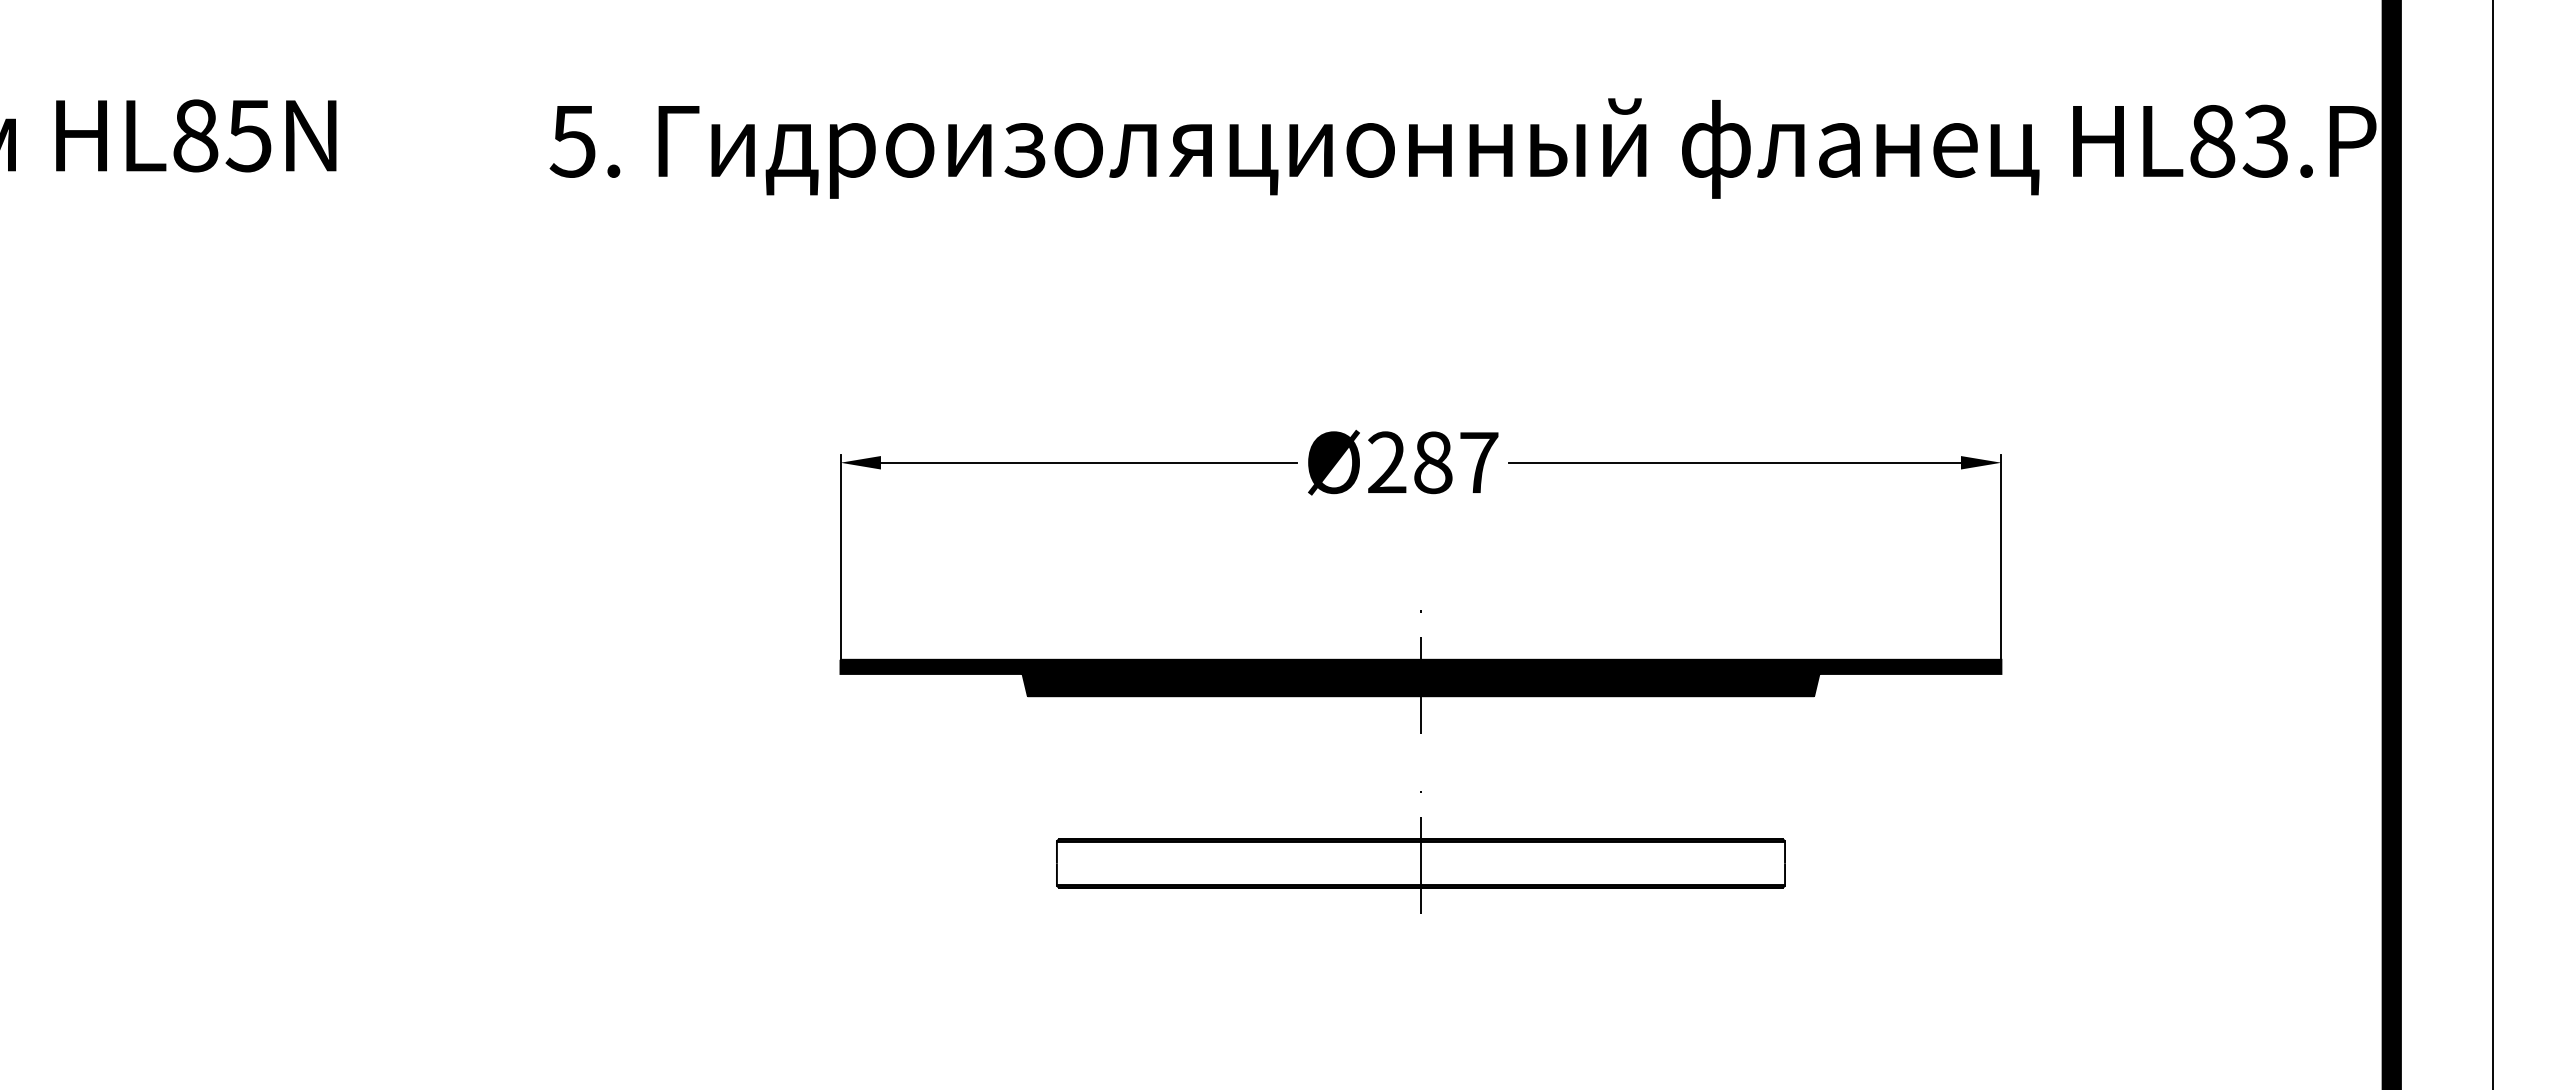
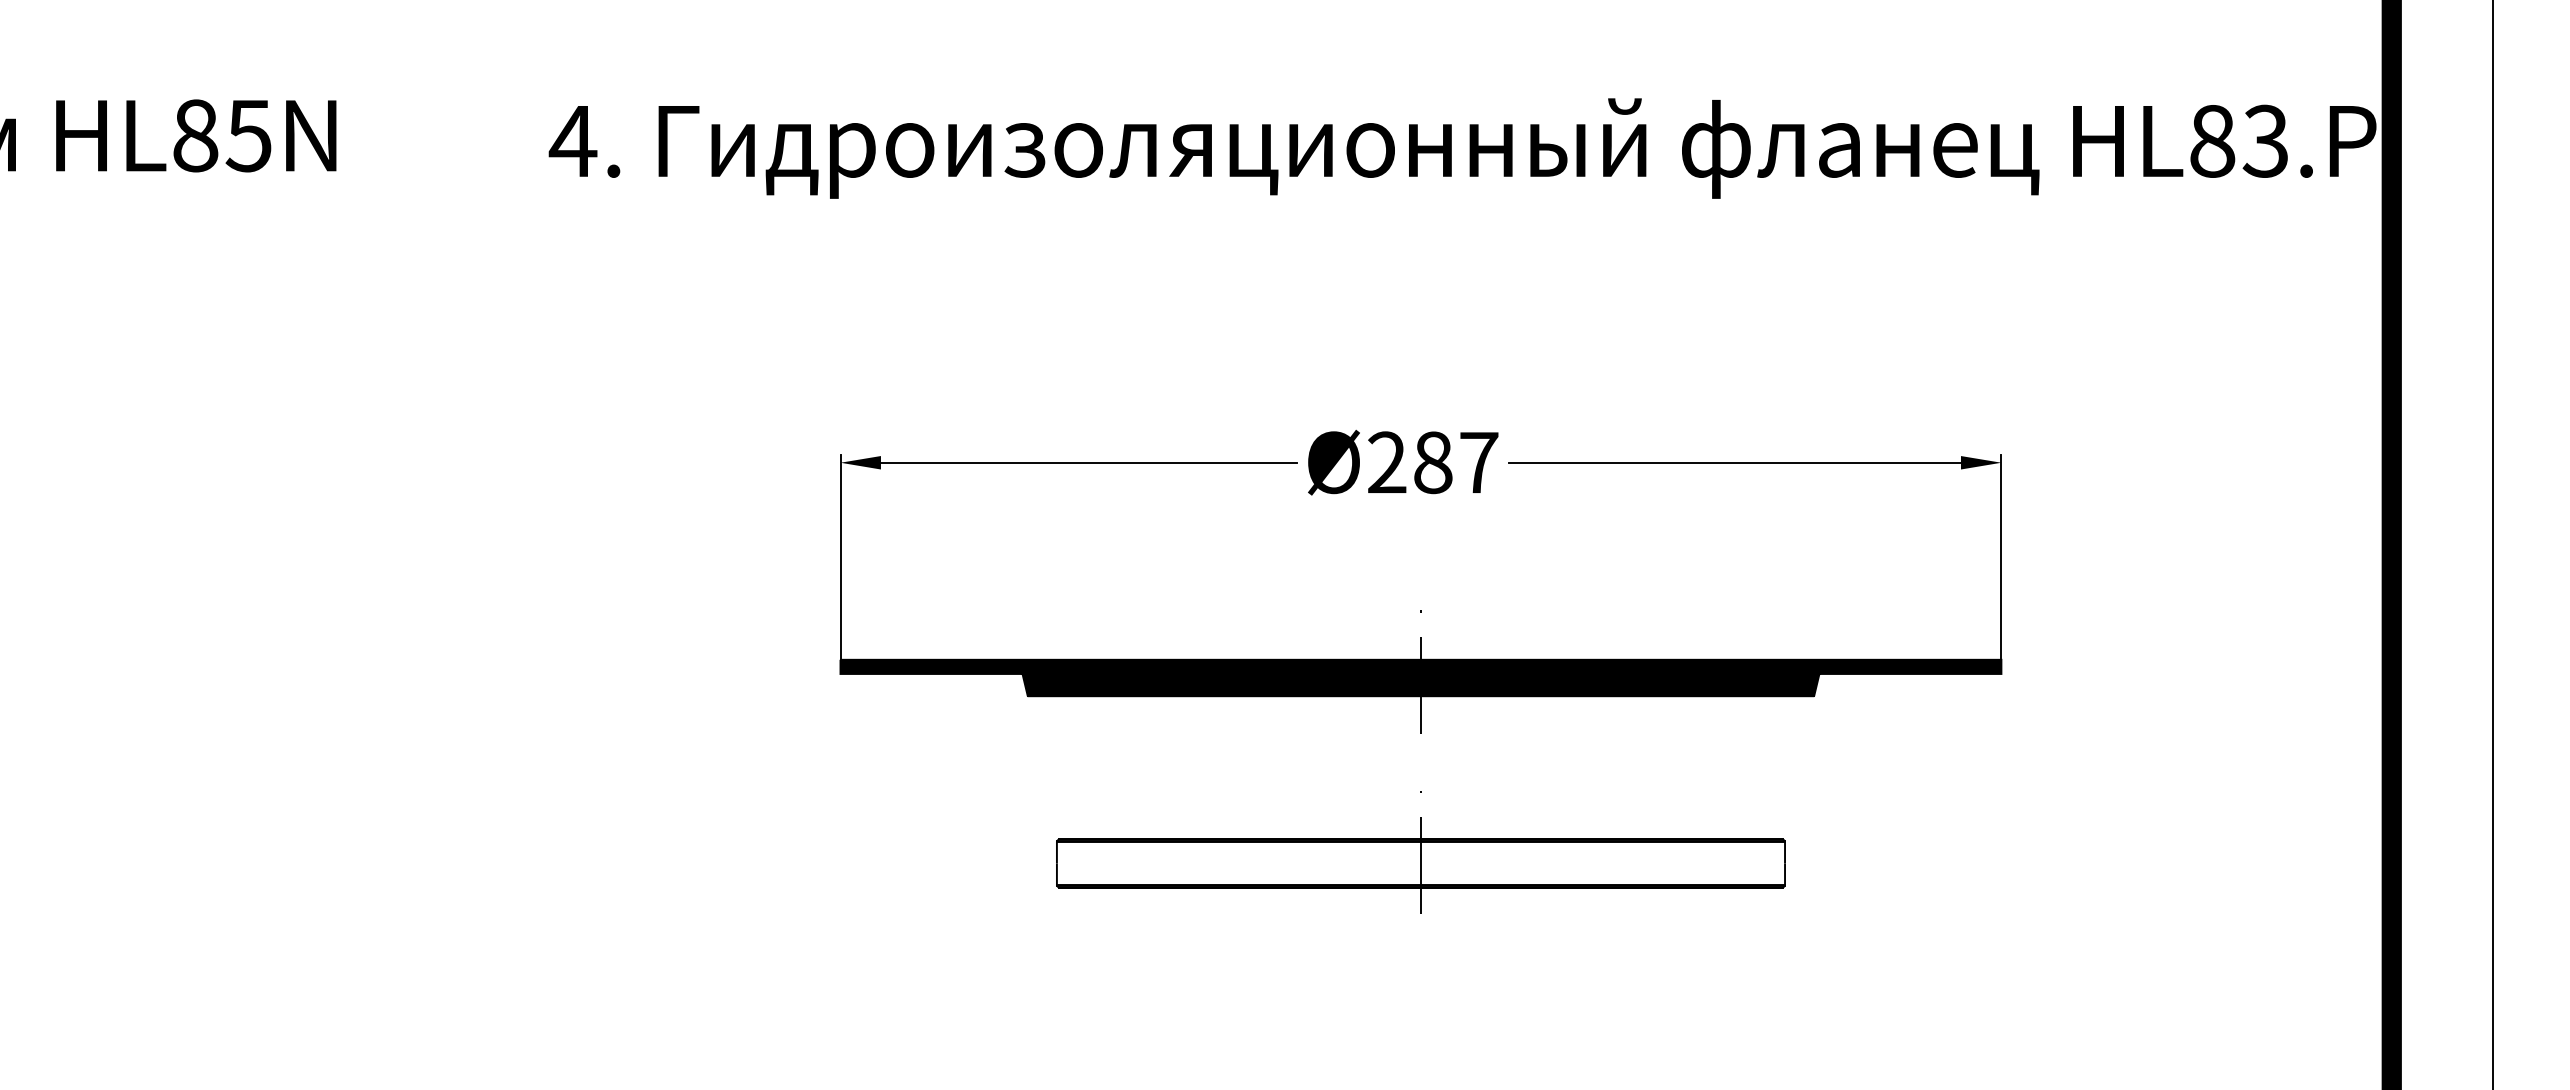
text at (572, 141): 5. -> 4.
